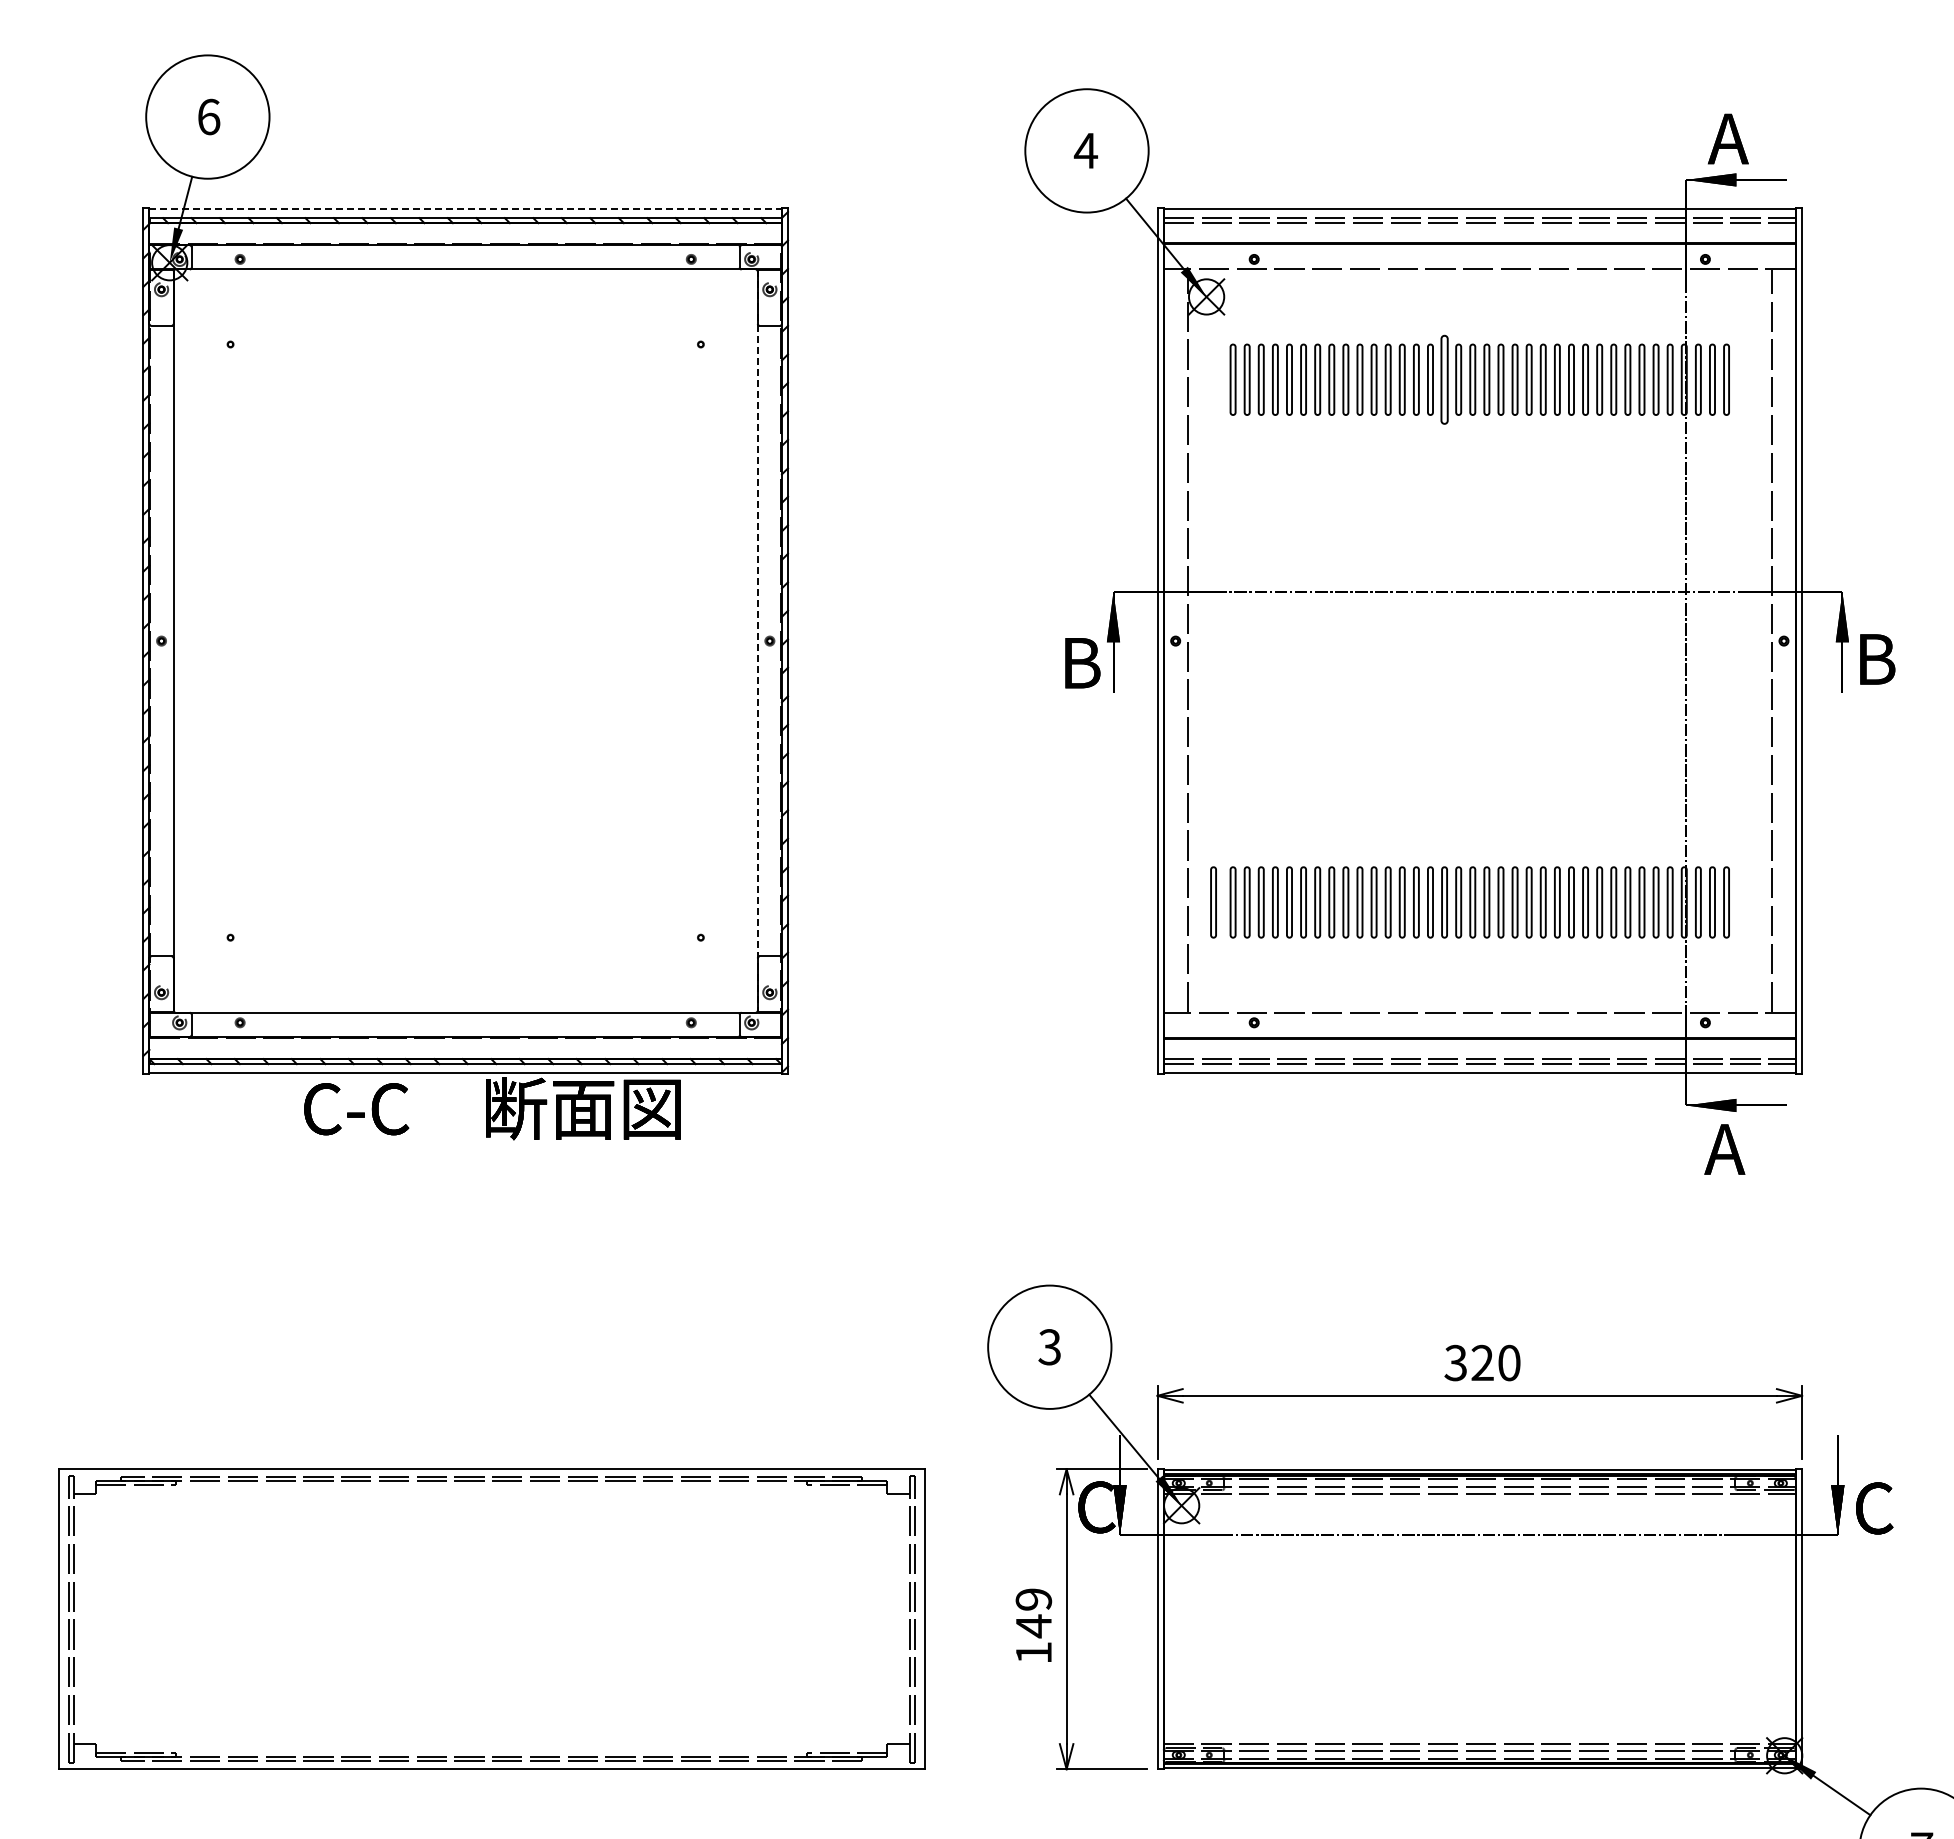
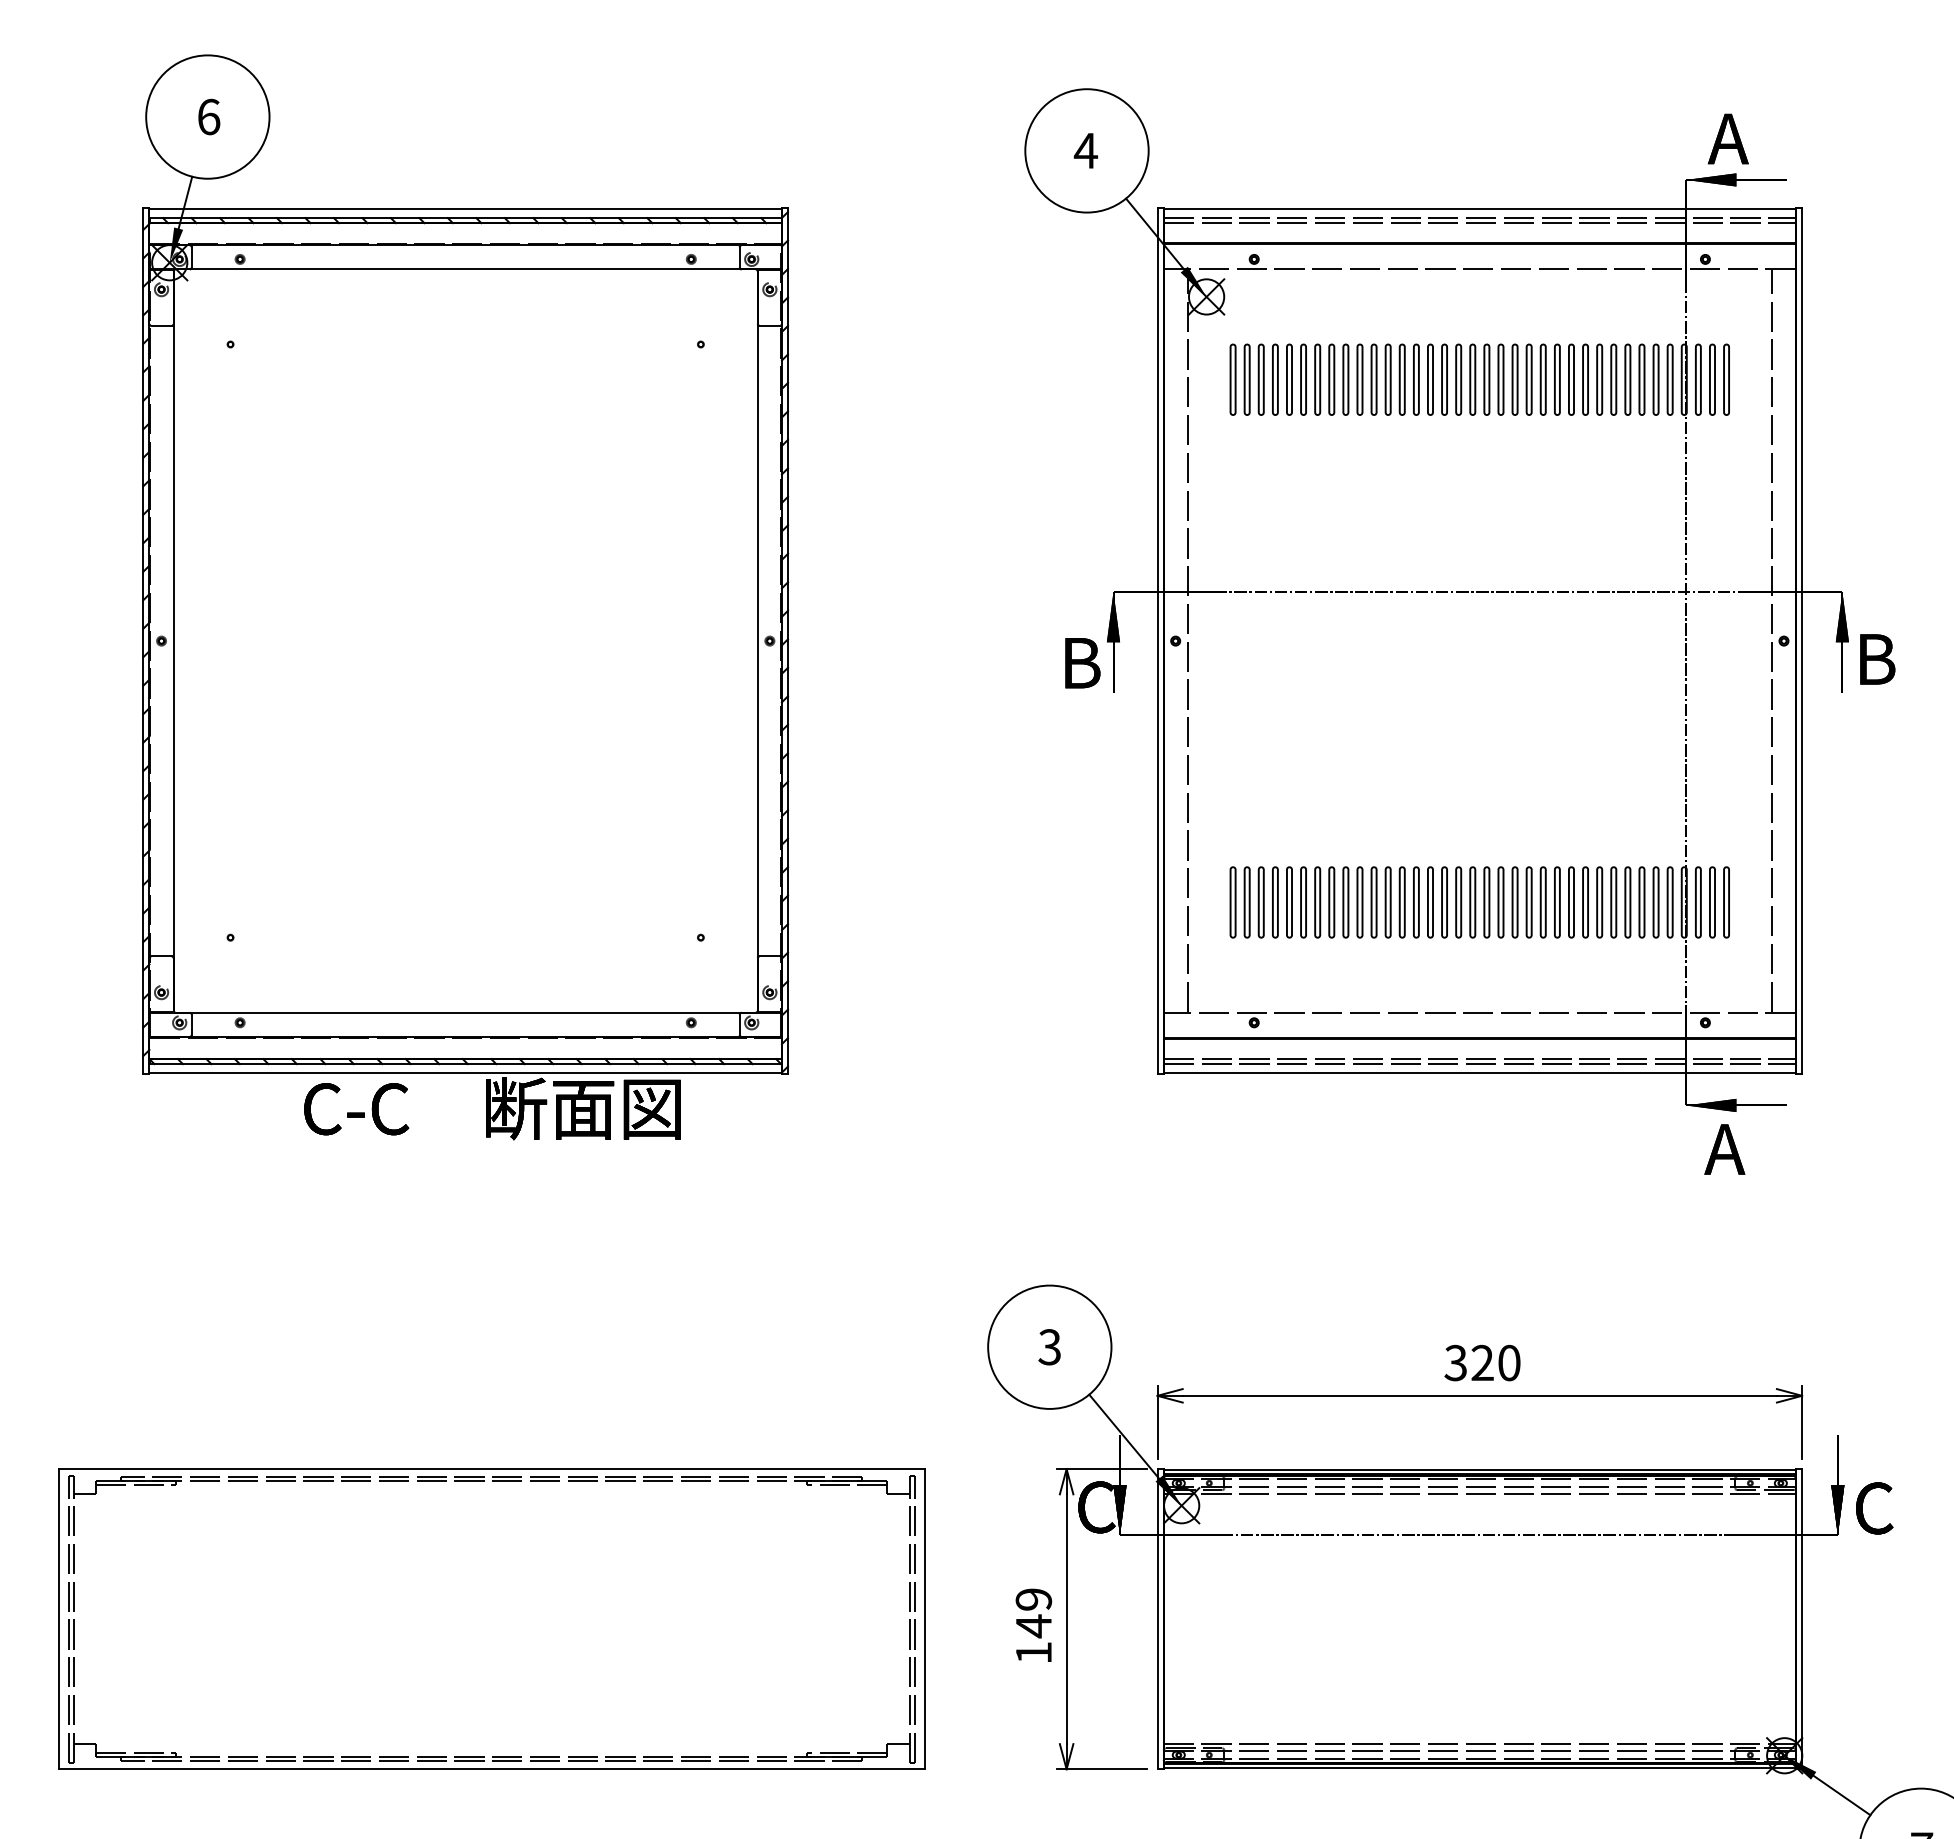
line at (466, 209): dashed -> solid
part at (1444, 379) size: 9x91 px -> 7x73 px
line at (757, 641): dashed -> solid
part at (1213, 902): present -> none
